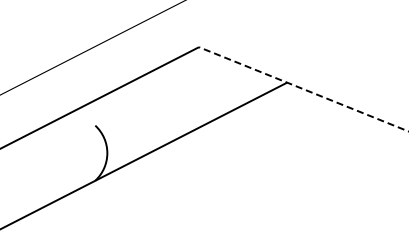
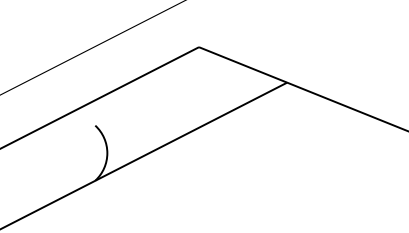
line at (303, 89): dashed -> solid
